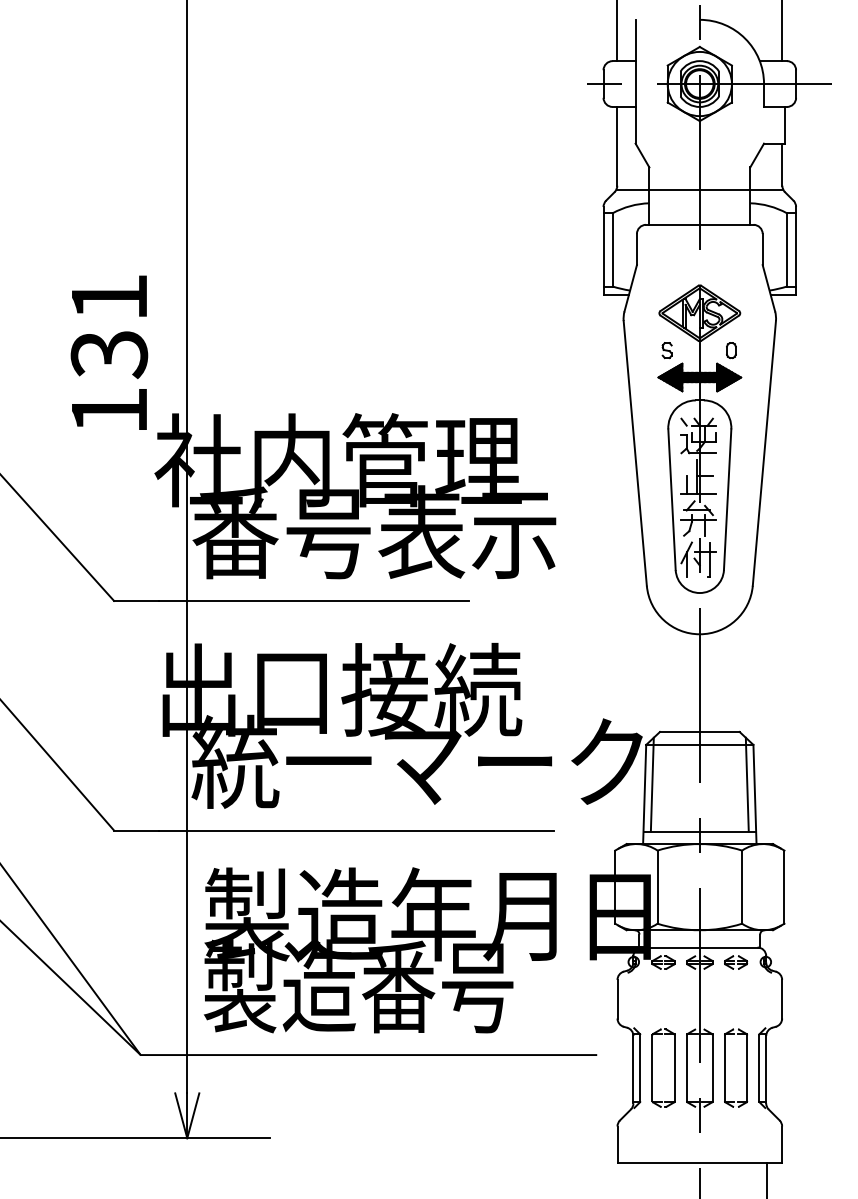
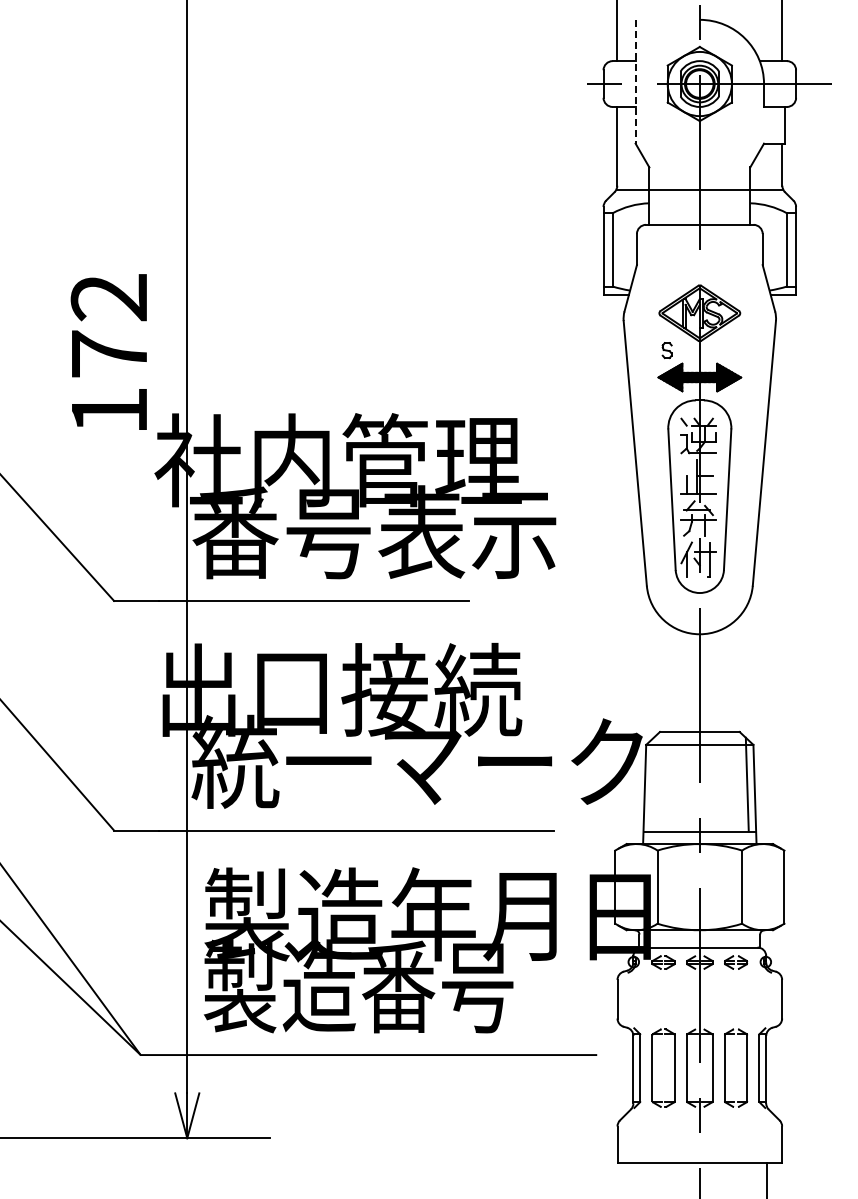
line at (635, 81): solid -> dashed
text at (109, 326): 131 -> 172
part at (731, 350): present -> none
line at (651, 784): present -> none
